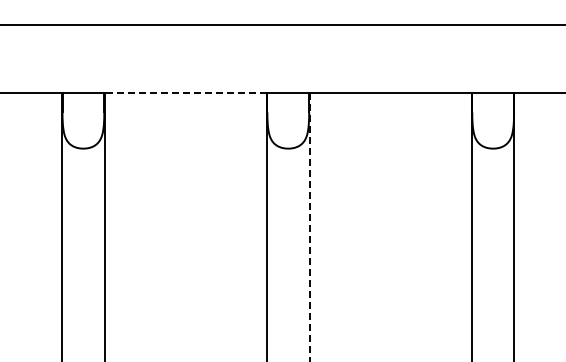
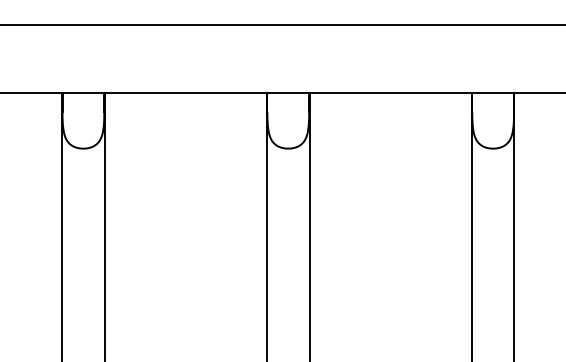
line at (185, 93): dashed -> solid
line at (309, 227): dashed -> solid
